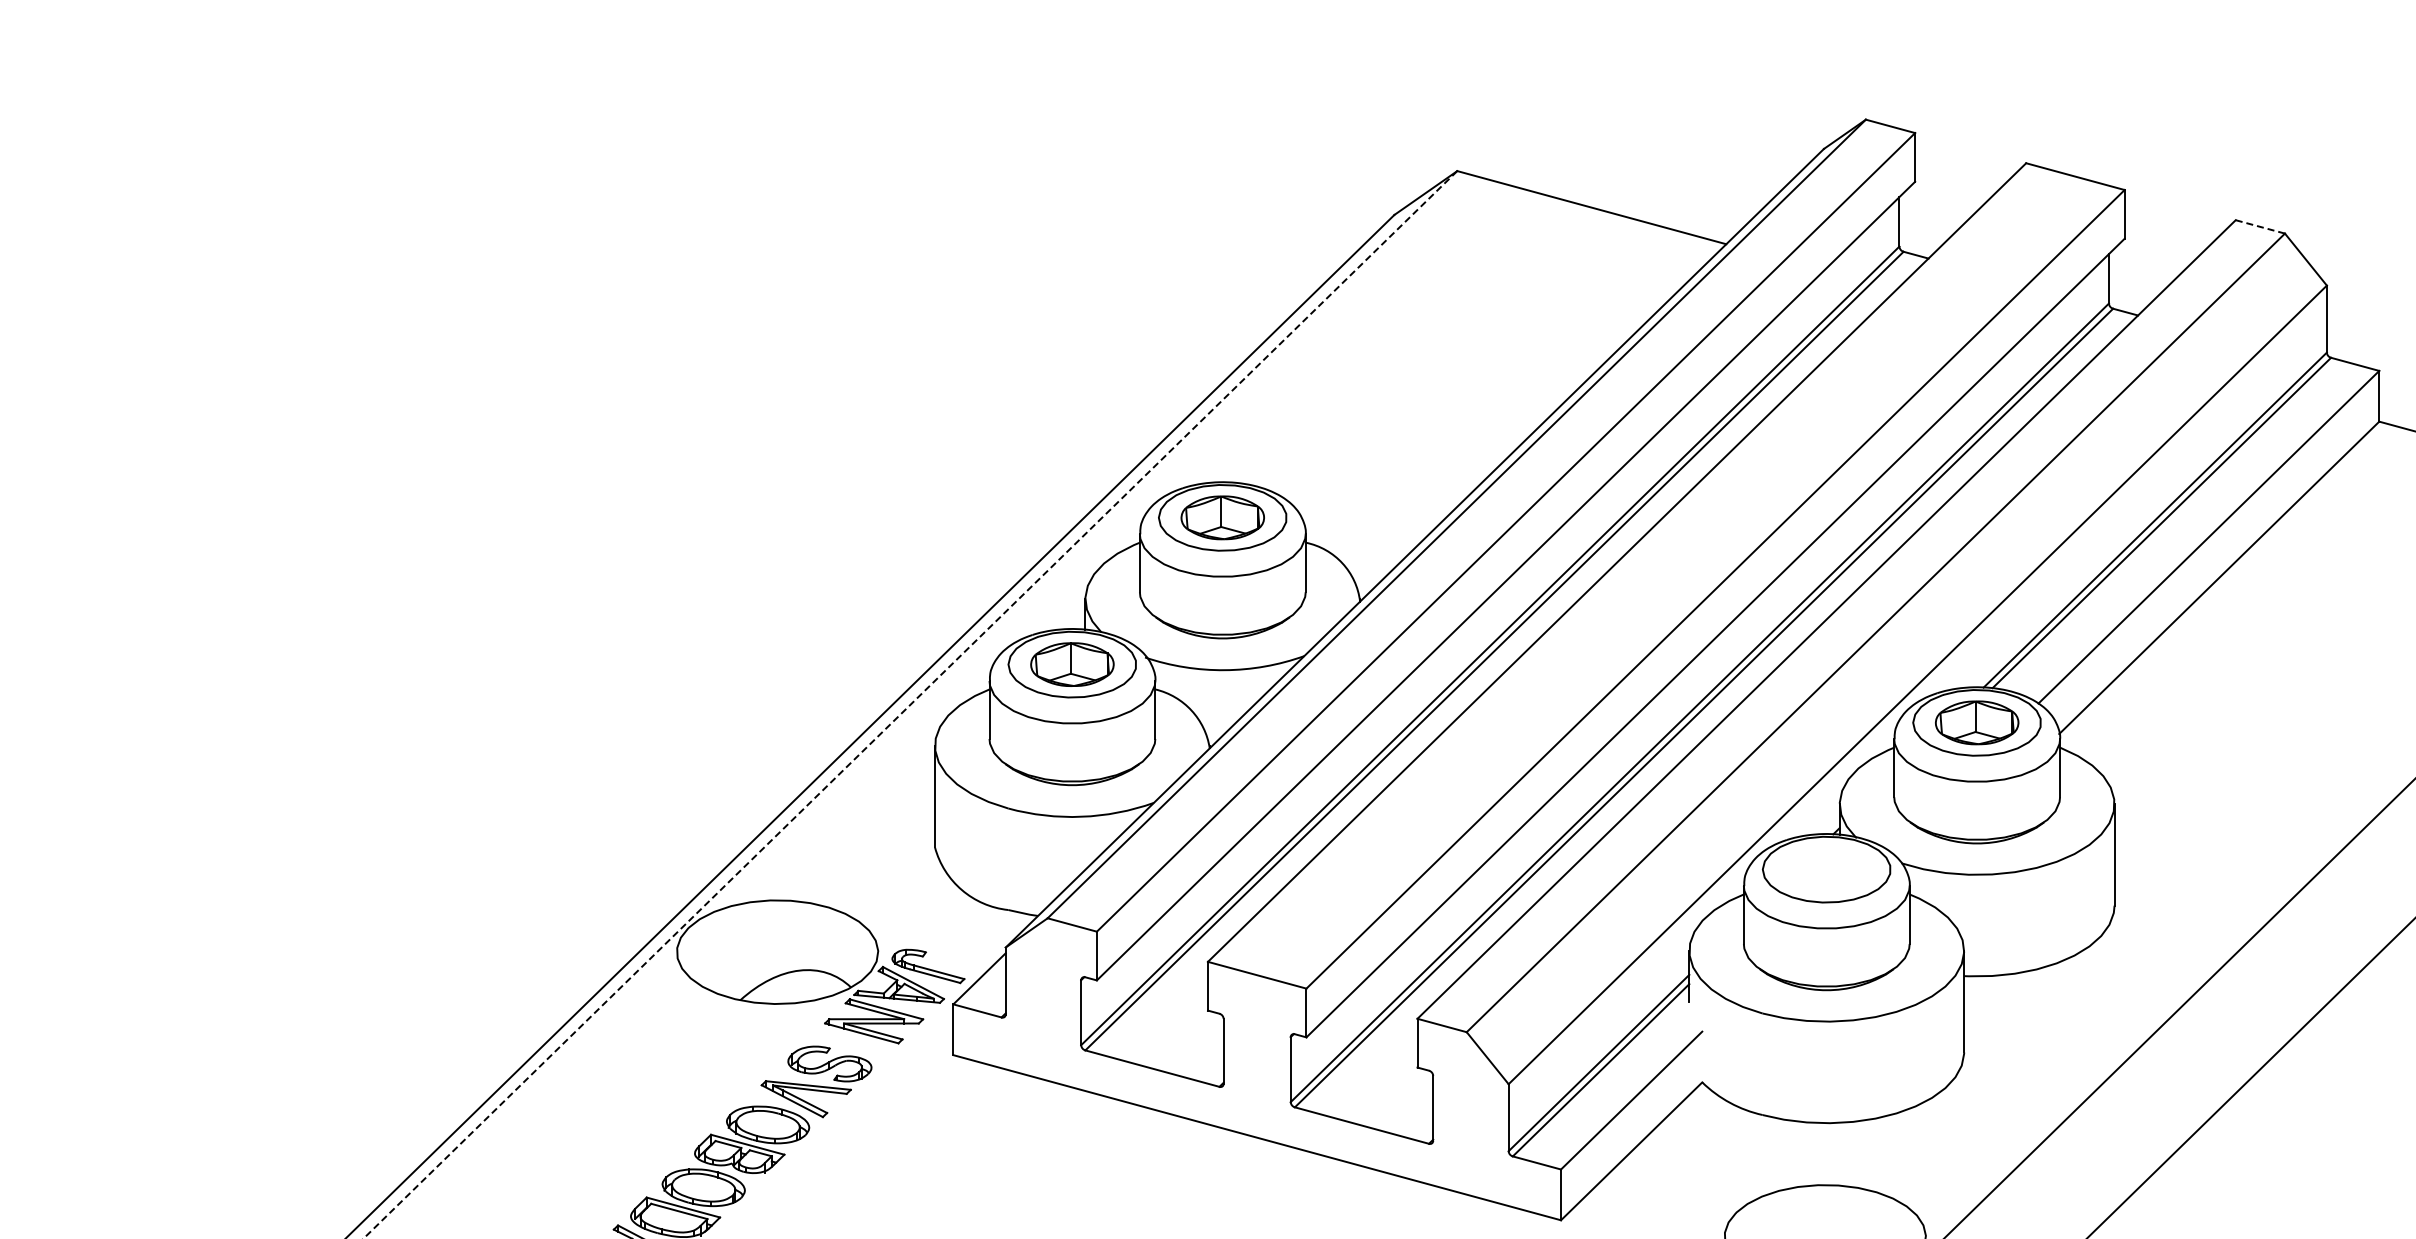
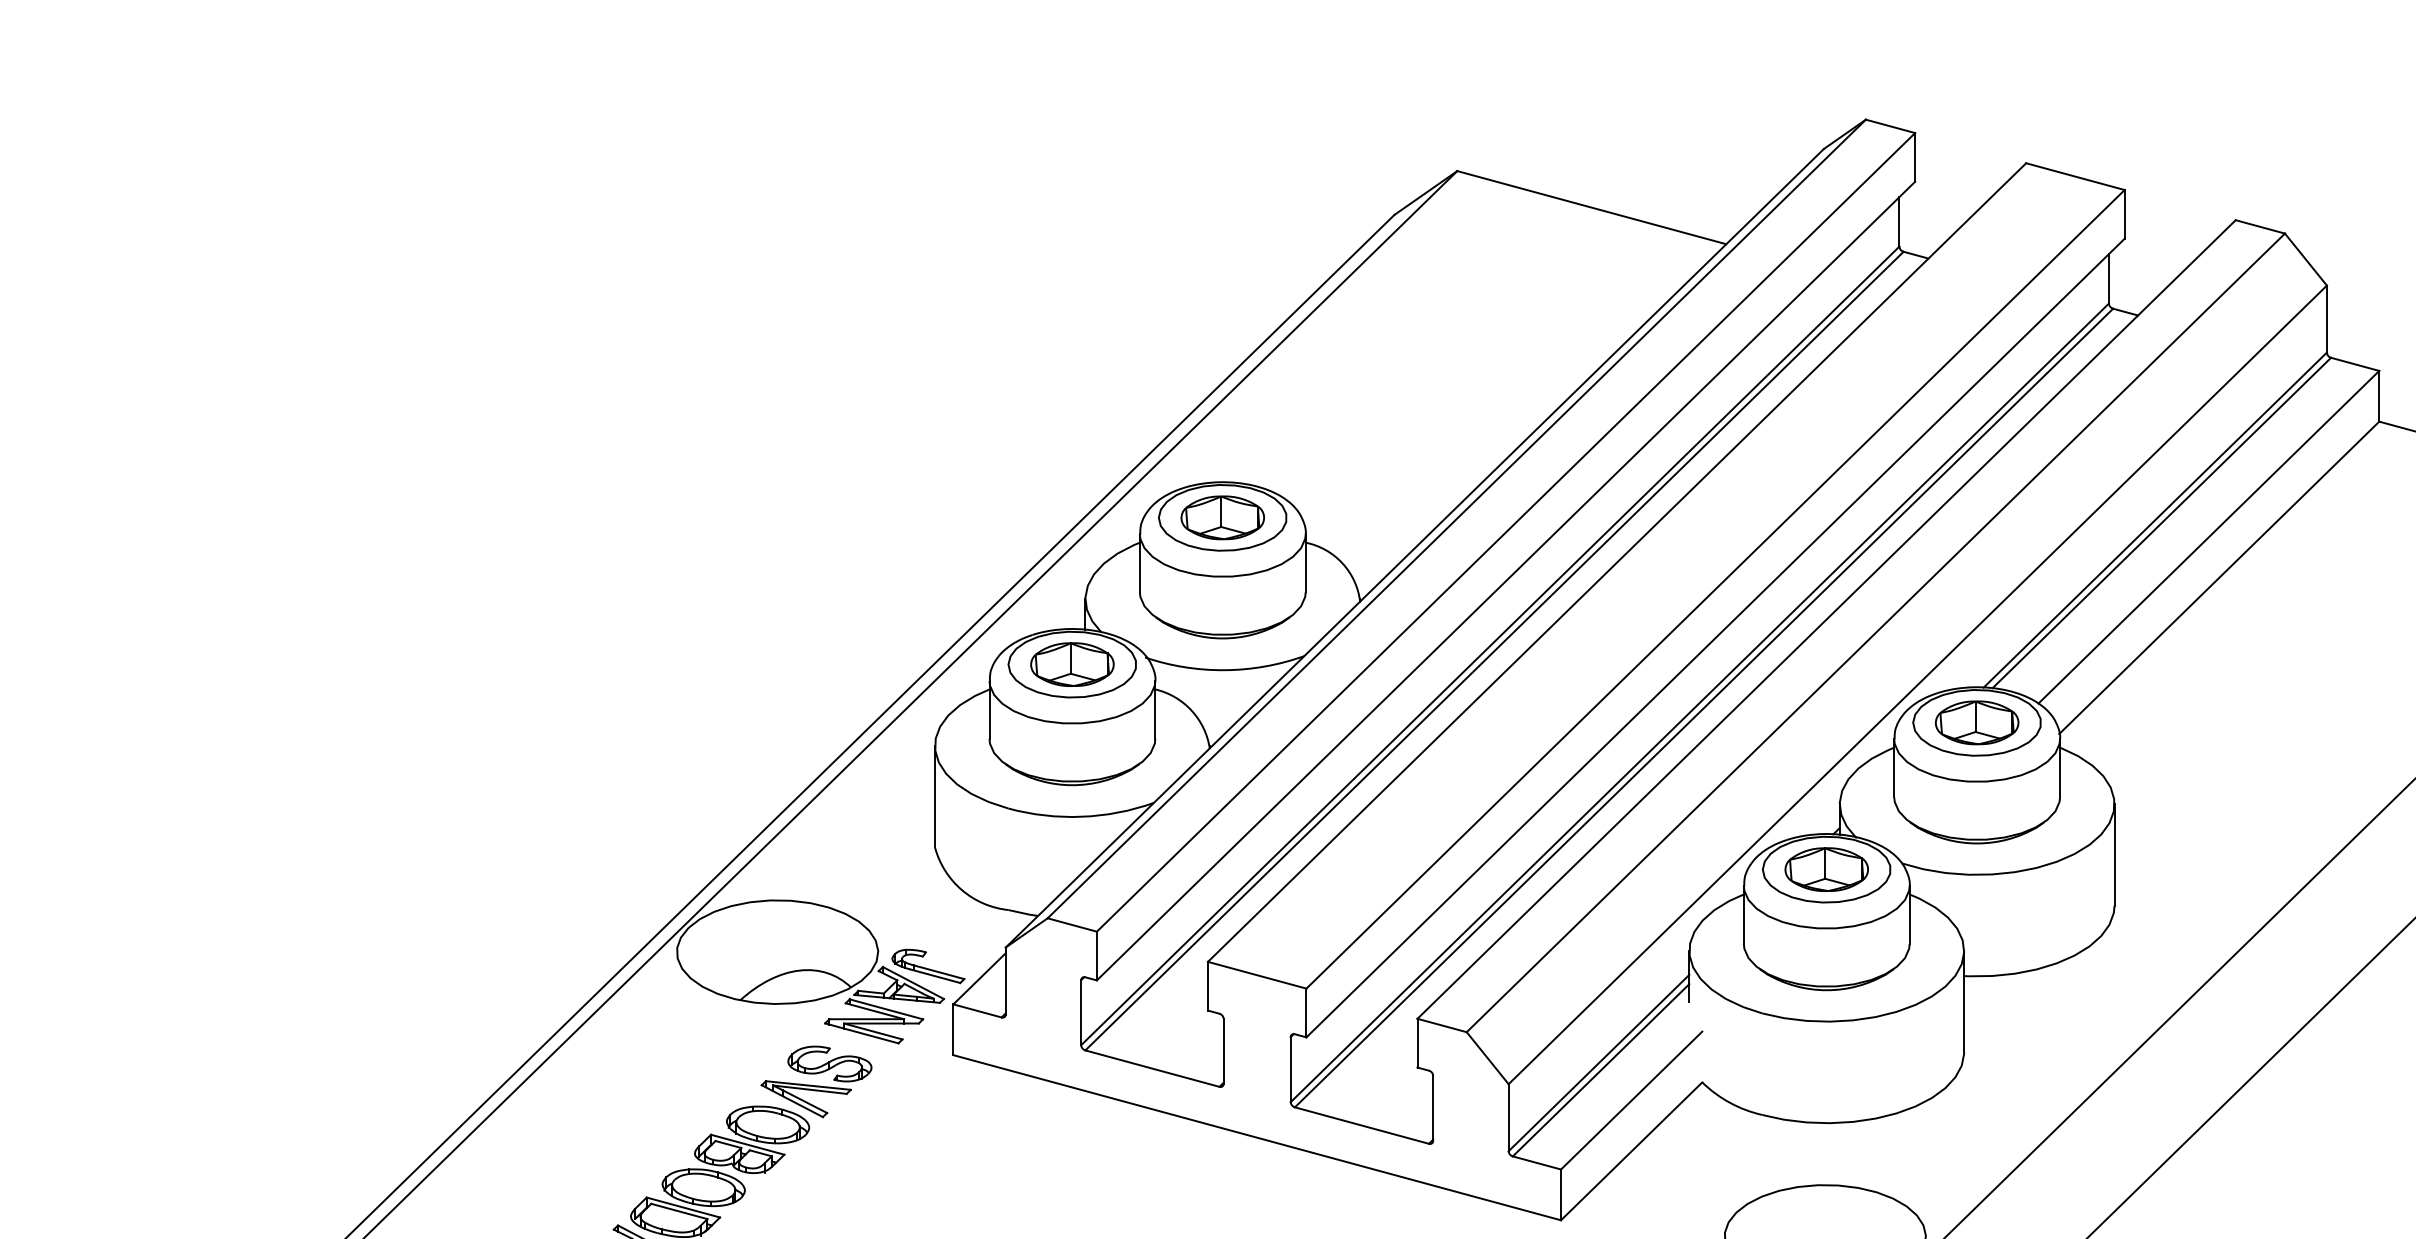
line at (2260, 226): dashed -> solid
line at (910, 705): dashed -> solid
part at (1826, 869): none -> present
